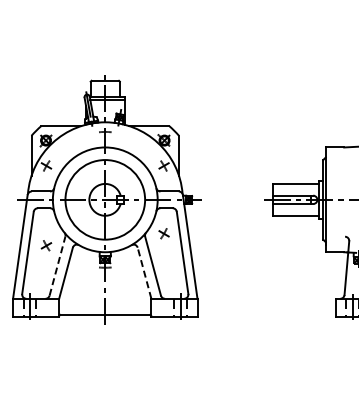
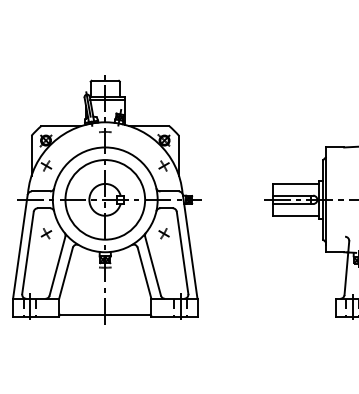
part at (46, 245) position: (46, 245) -> (46, 233)
line at (57, 266): dashed -> solid
line at (144, 272): dashed -> solid
